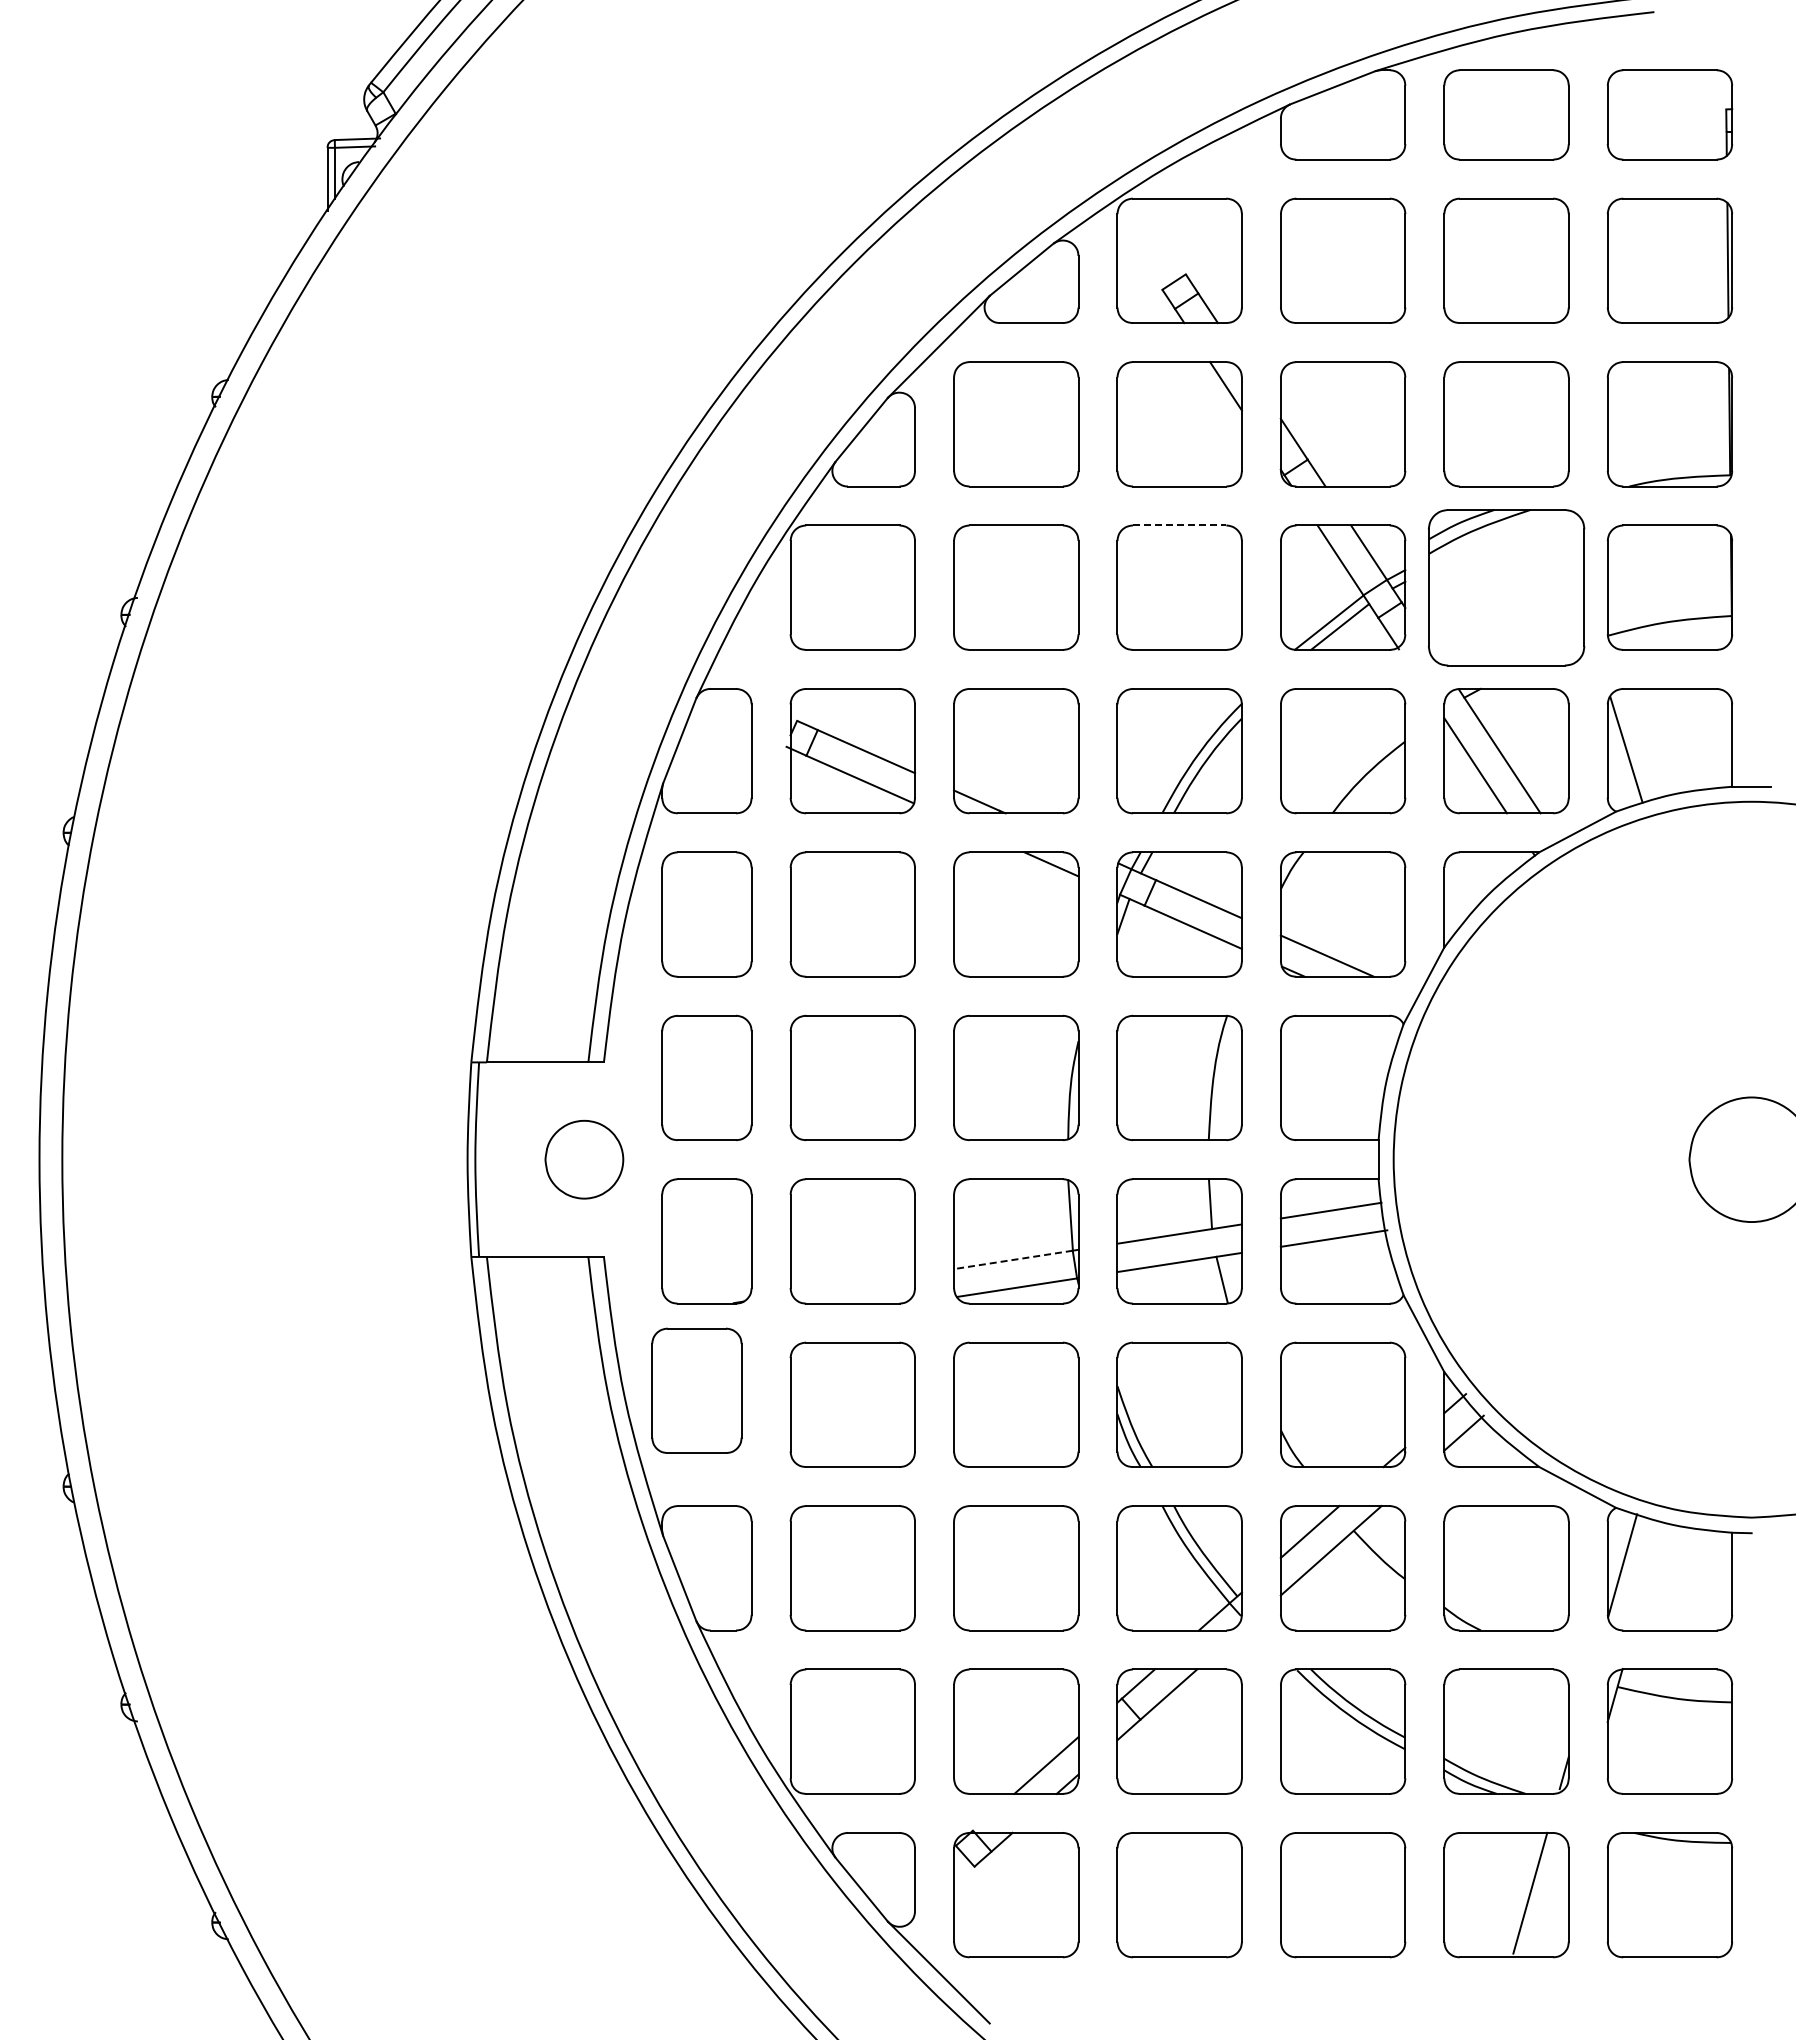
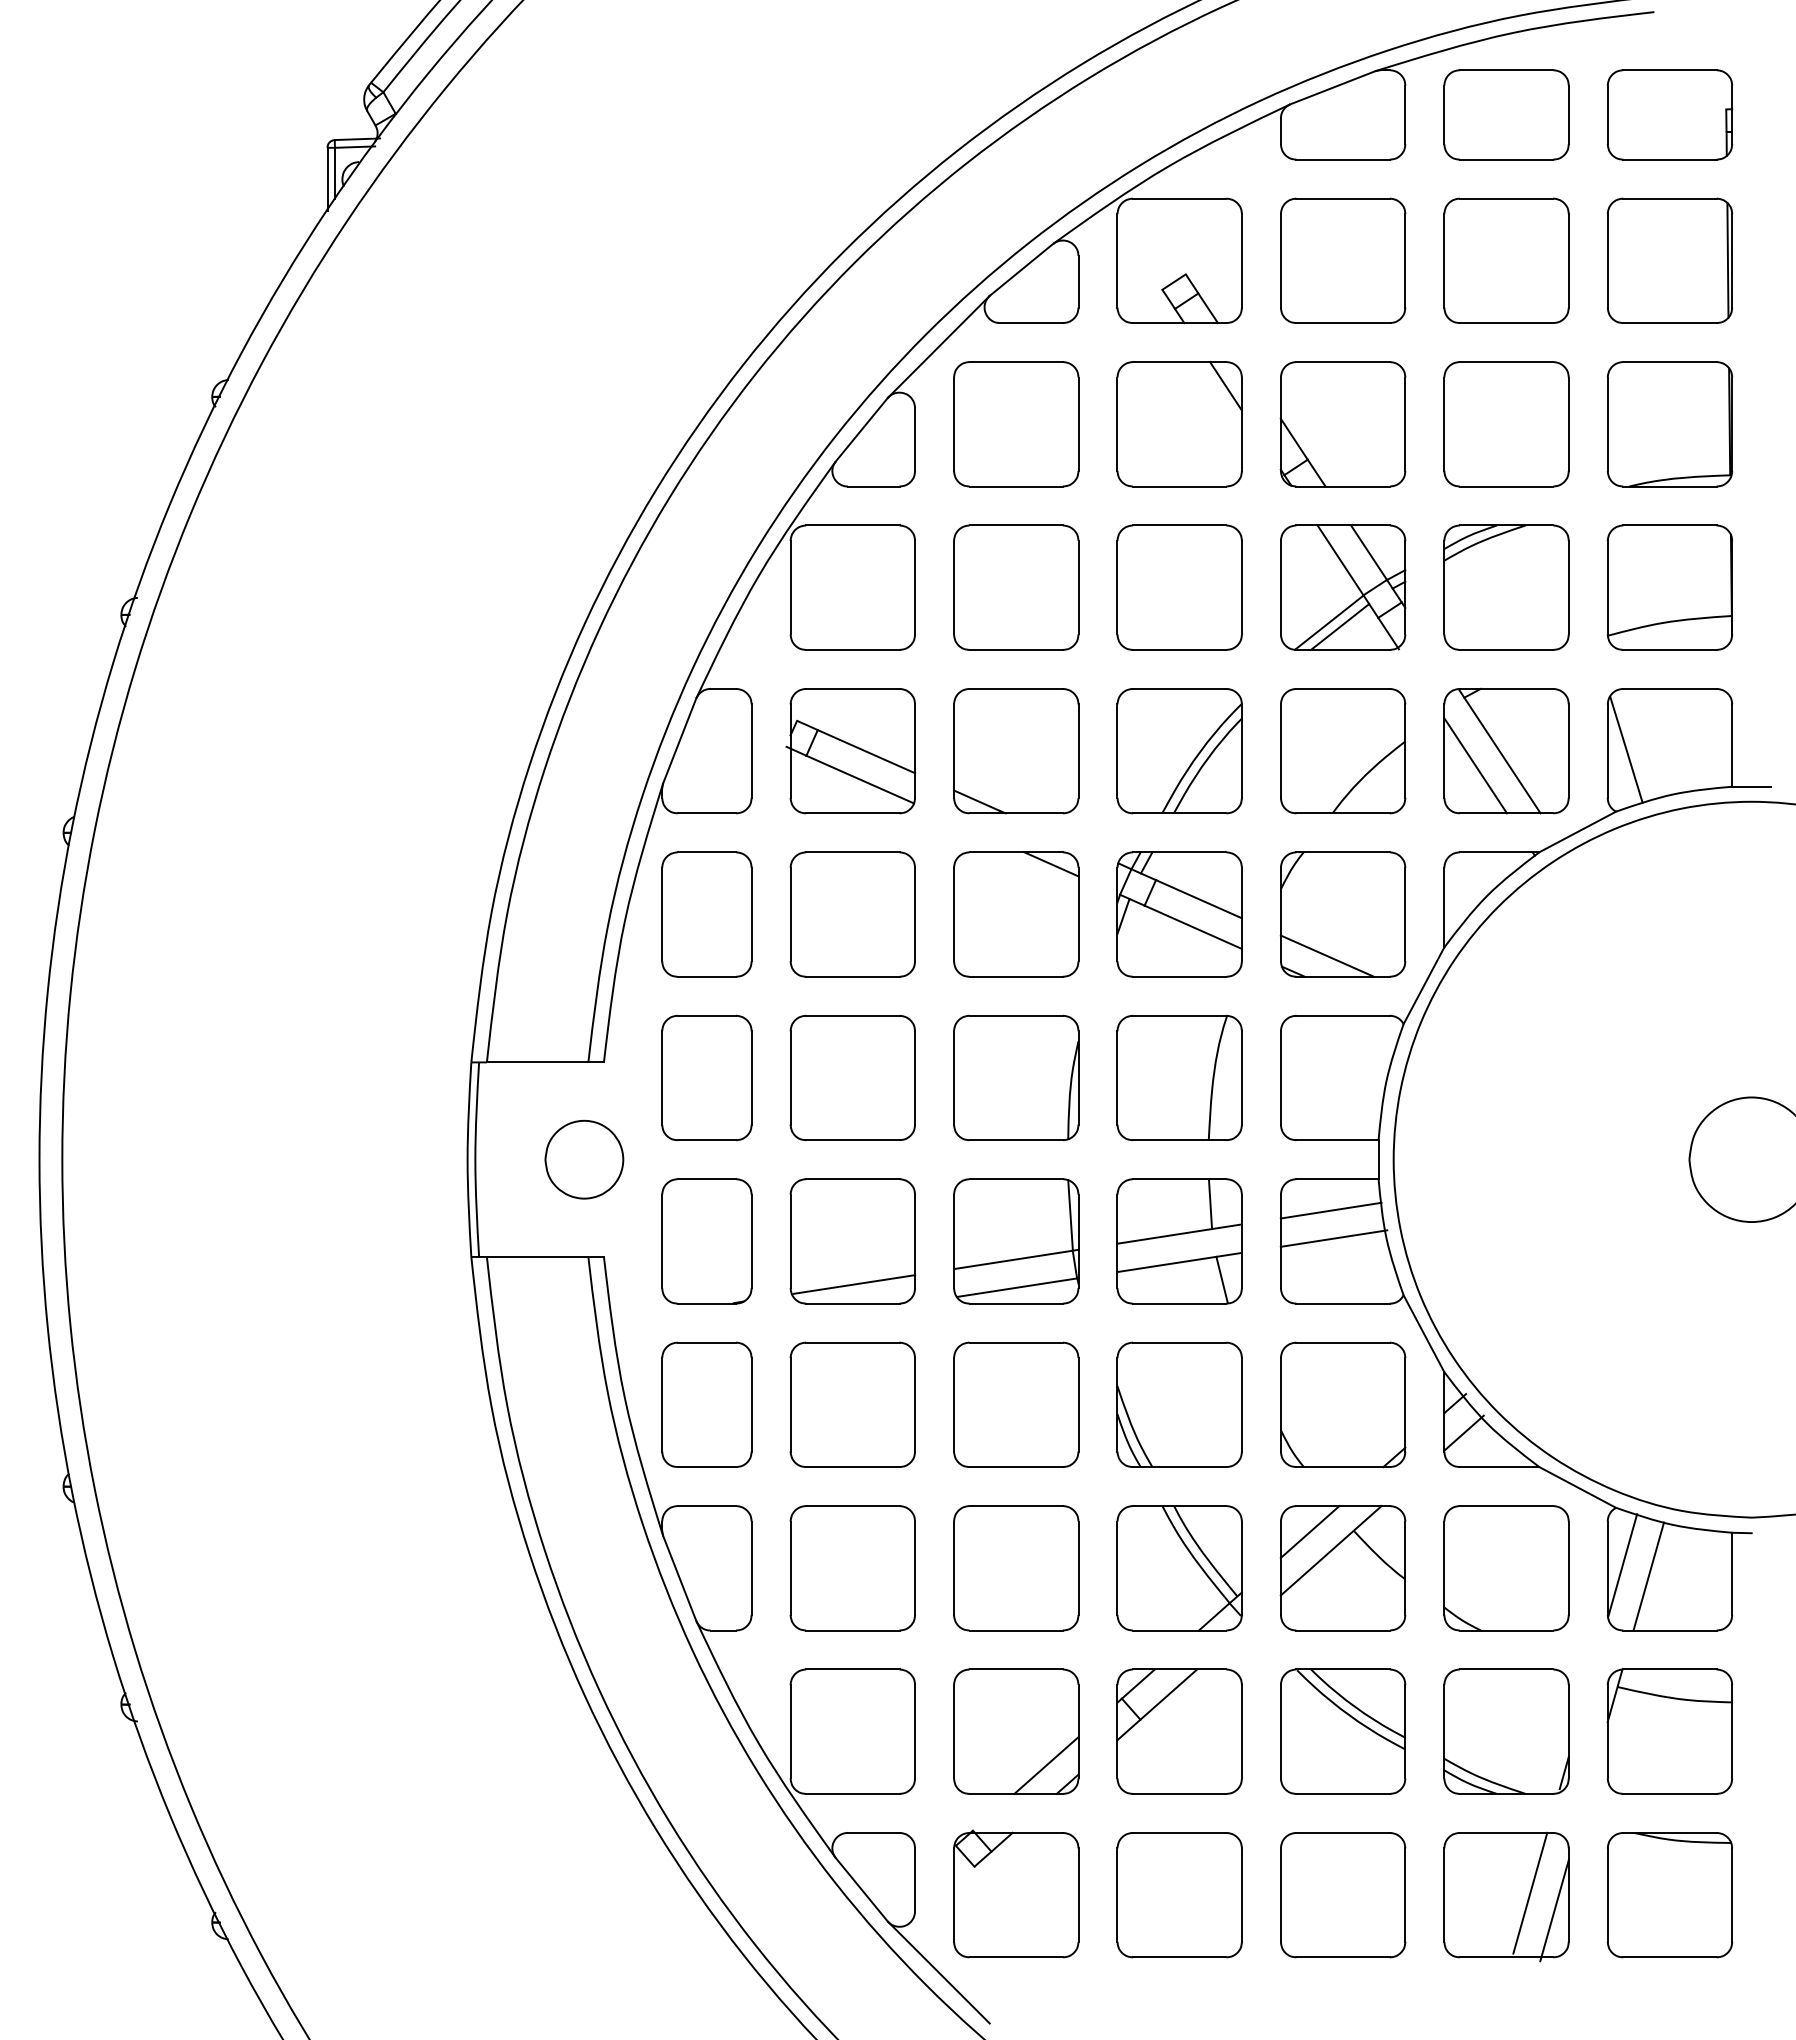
line at (1179, 525): dashed -> solid
part at (1506, 587) size: 159x158 px -> 127x127 px
line at (1012, 1259): dashed -> solid
line at (854, 1284): none -> present
part at (696, 1390) position: (696, 1390) -> (706, 1404)
line at (1648, 1576): none -> present
line at (1554, 1910): none -> present
